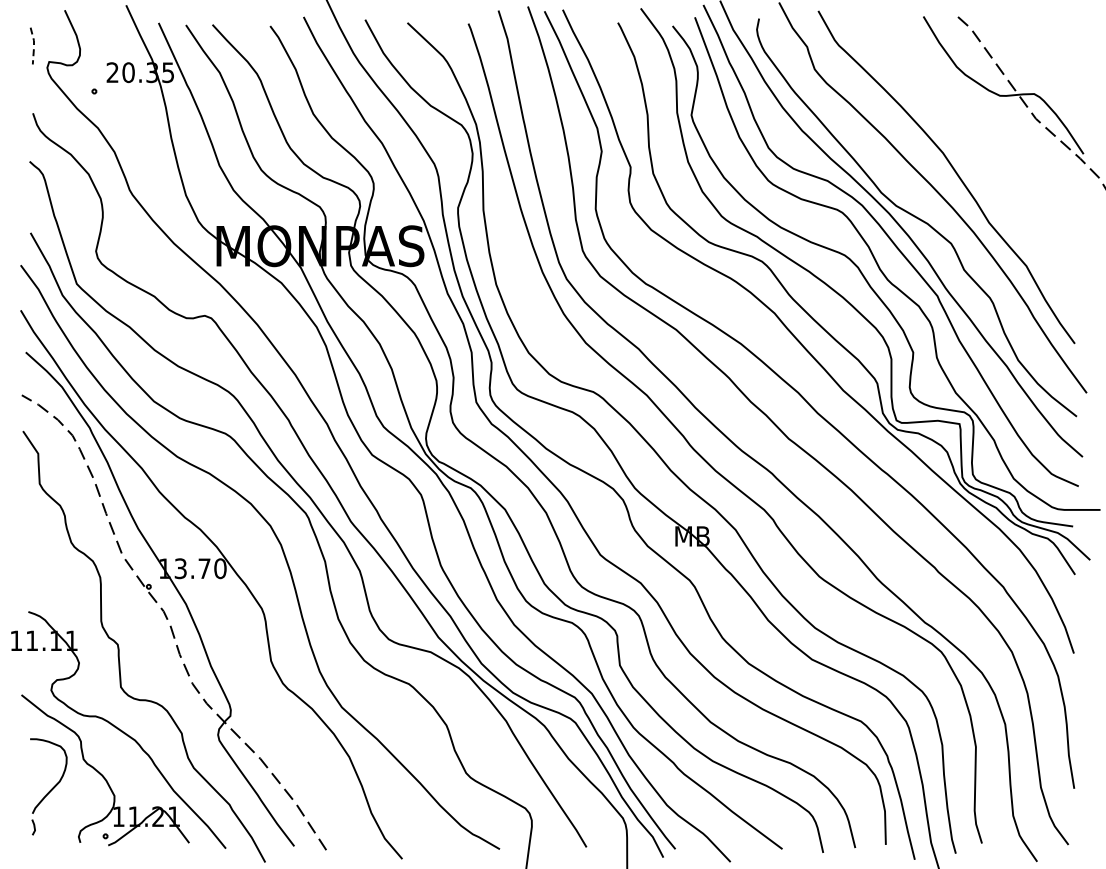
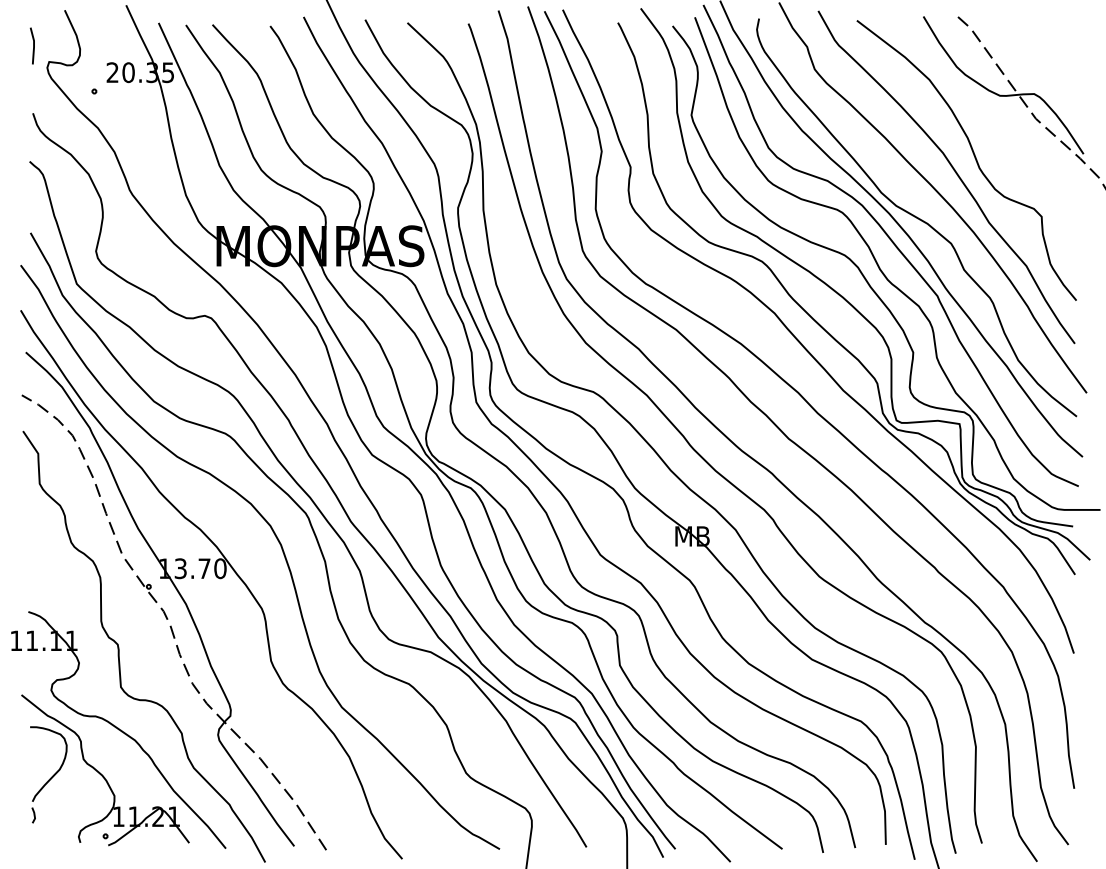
line at (34, 46): dashed -> solid
curve at (974, 158): none -> present
part at (48, 786) position: (48, 786) -> (48, 774)
